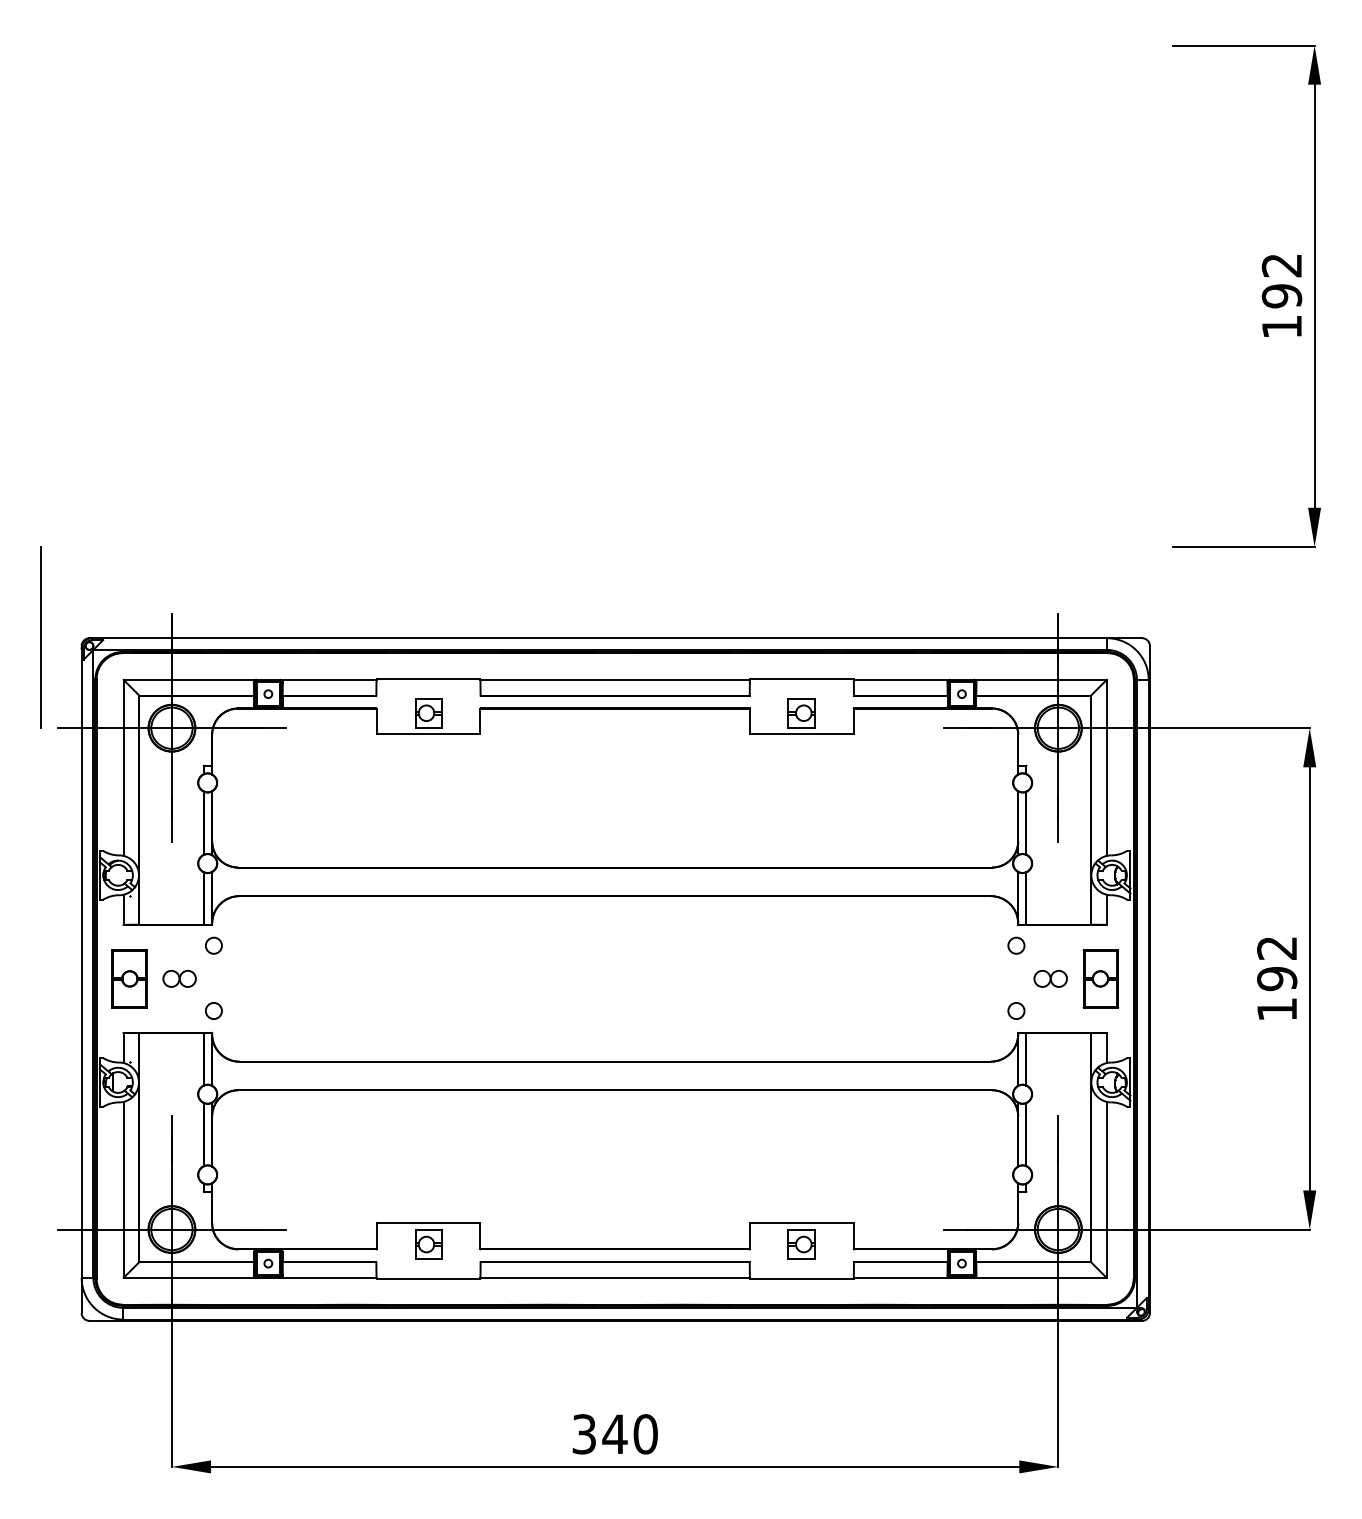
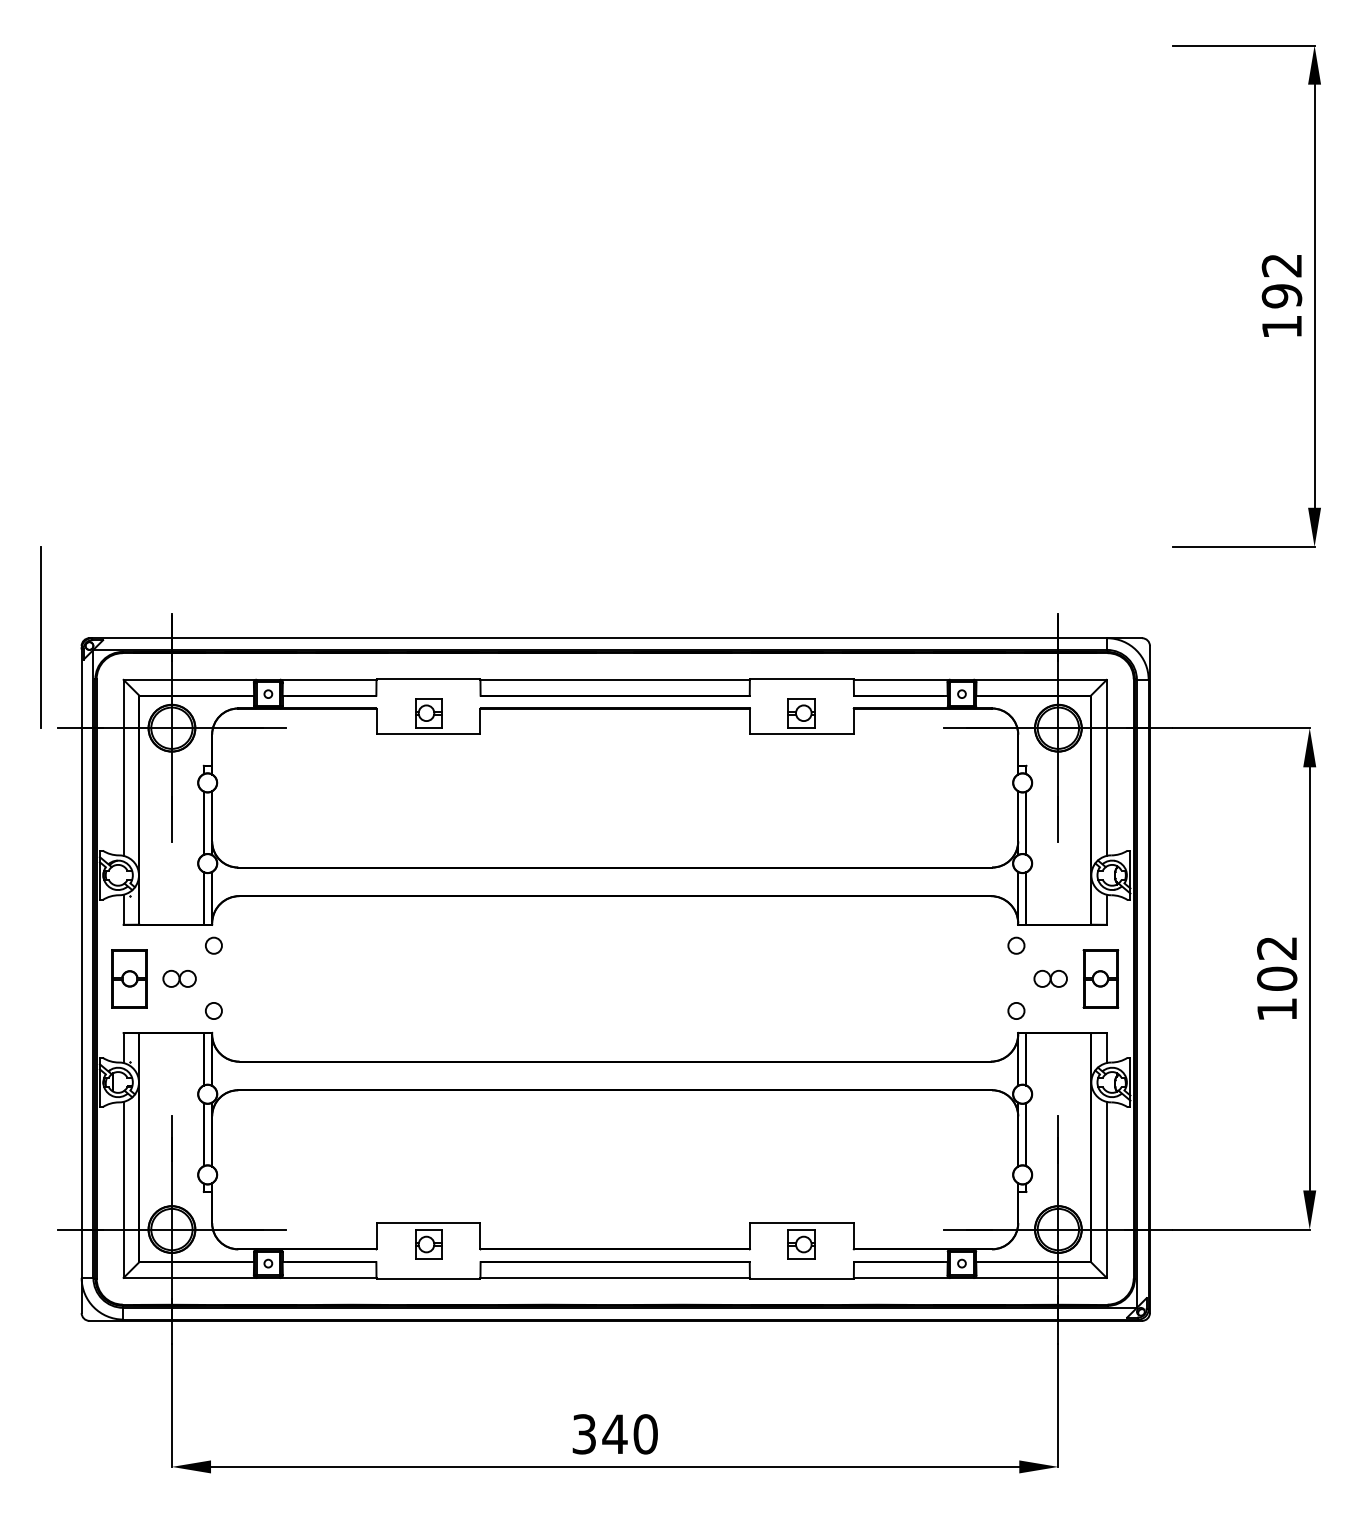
text at (1277, 978): 192 -> 102
